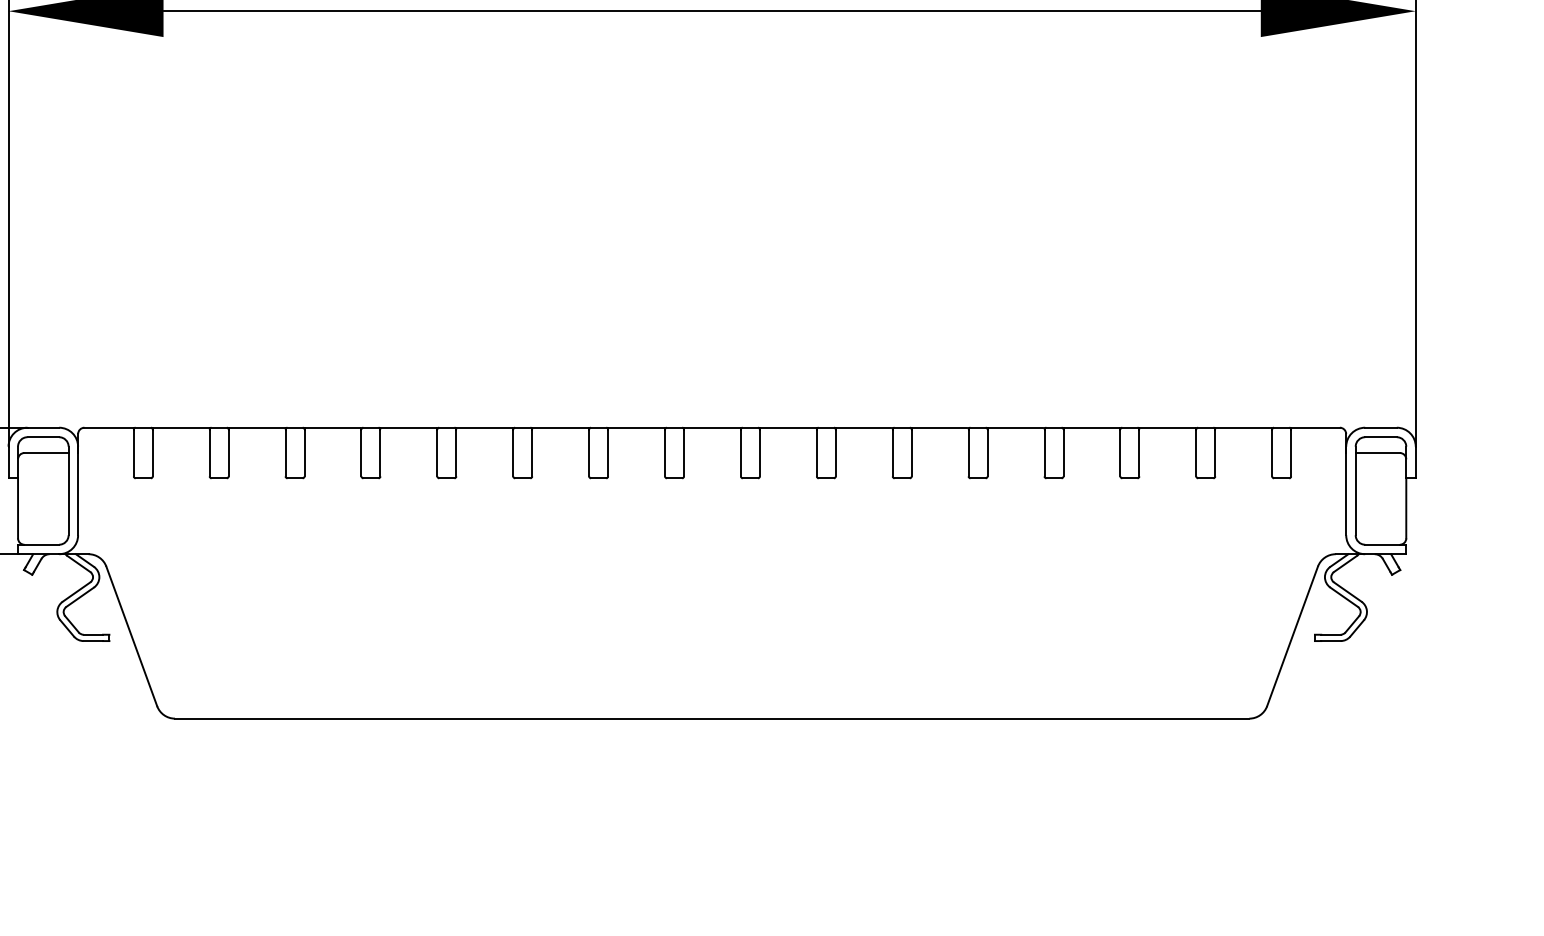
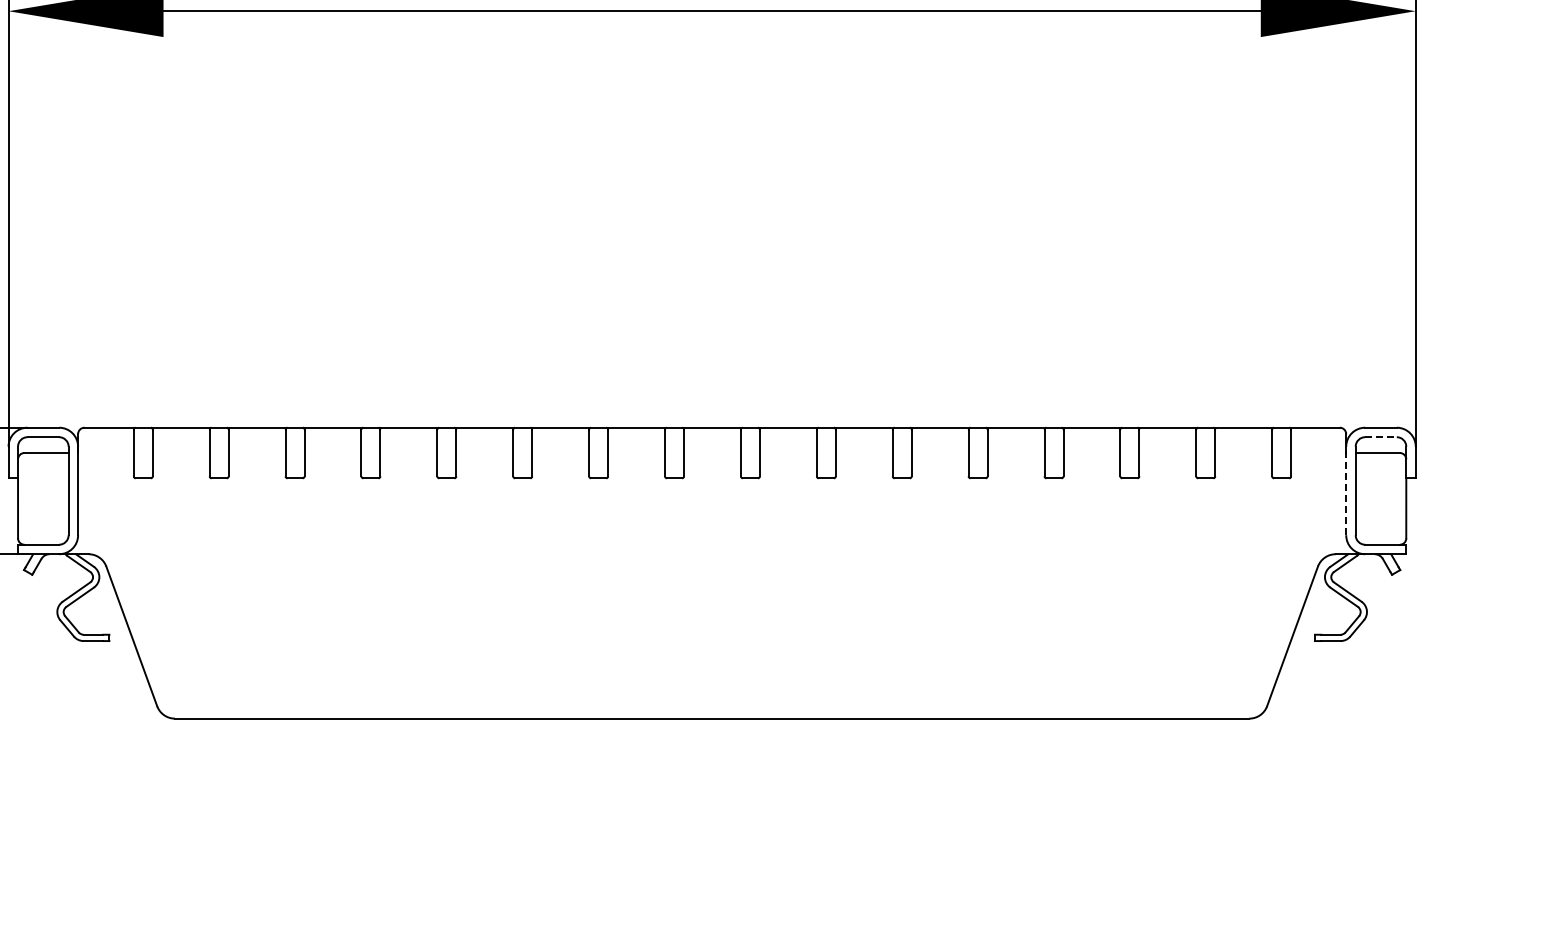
line at (1381, 437): solid -> dashed
line at (1346, 490): solid -> dashed
